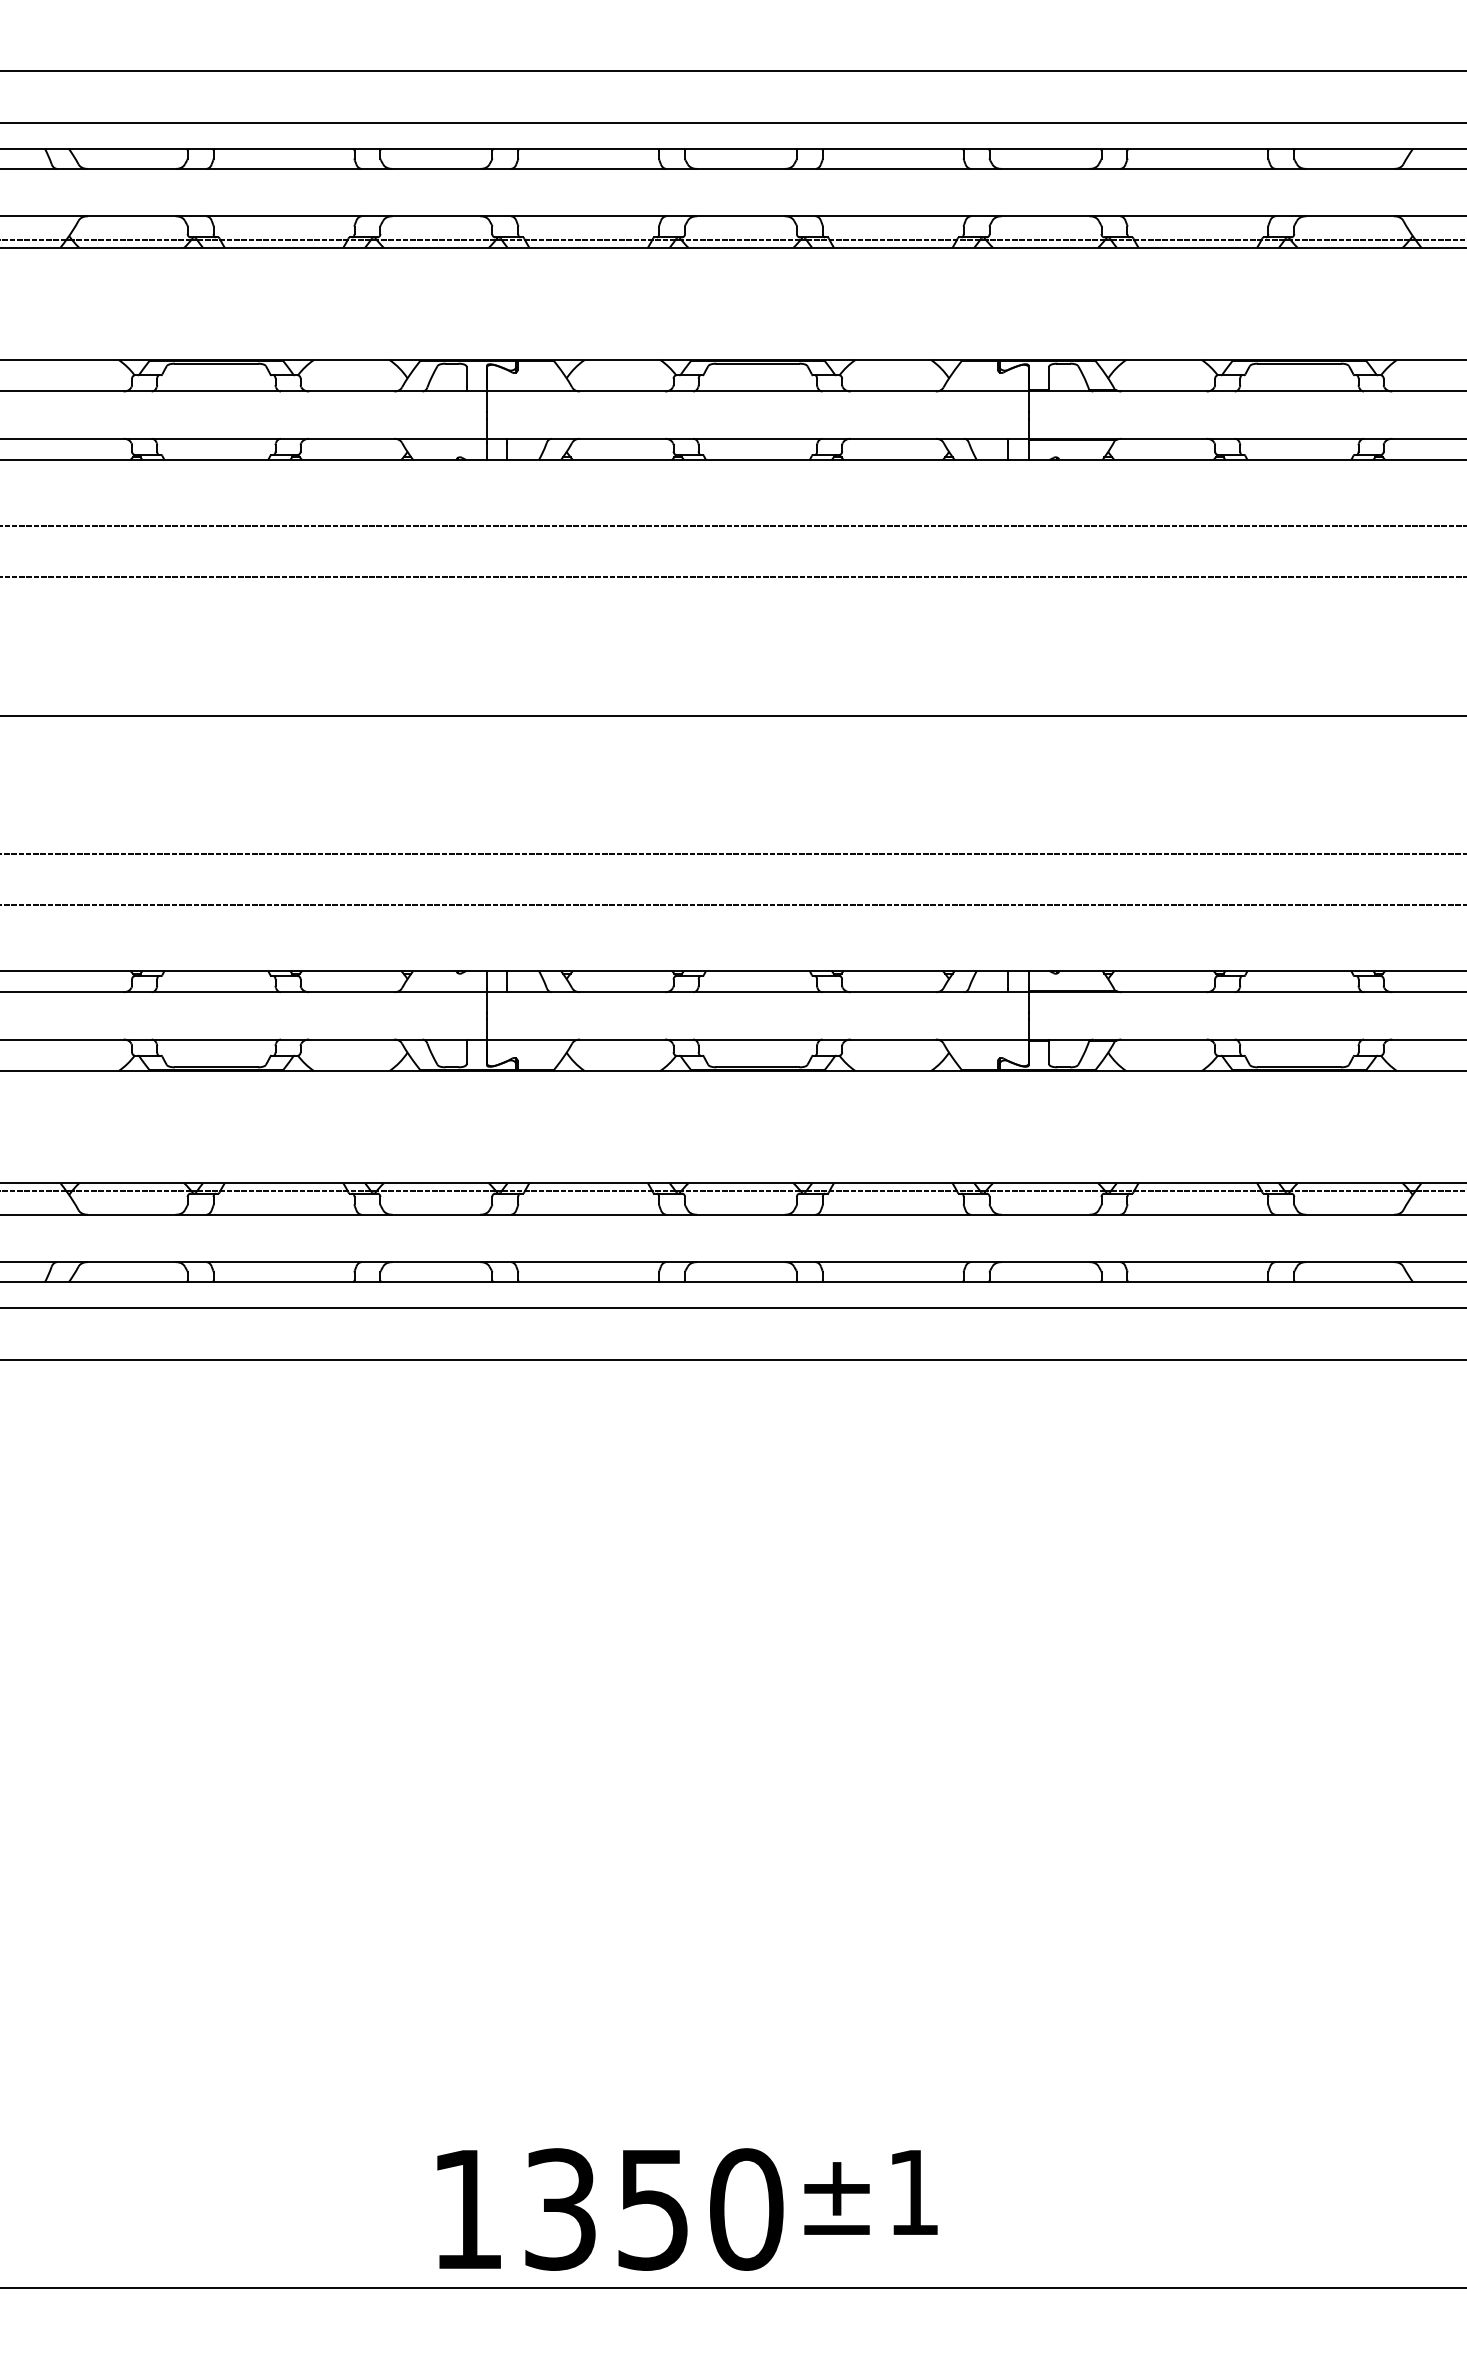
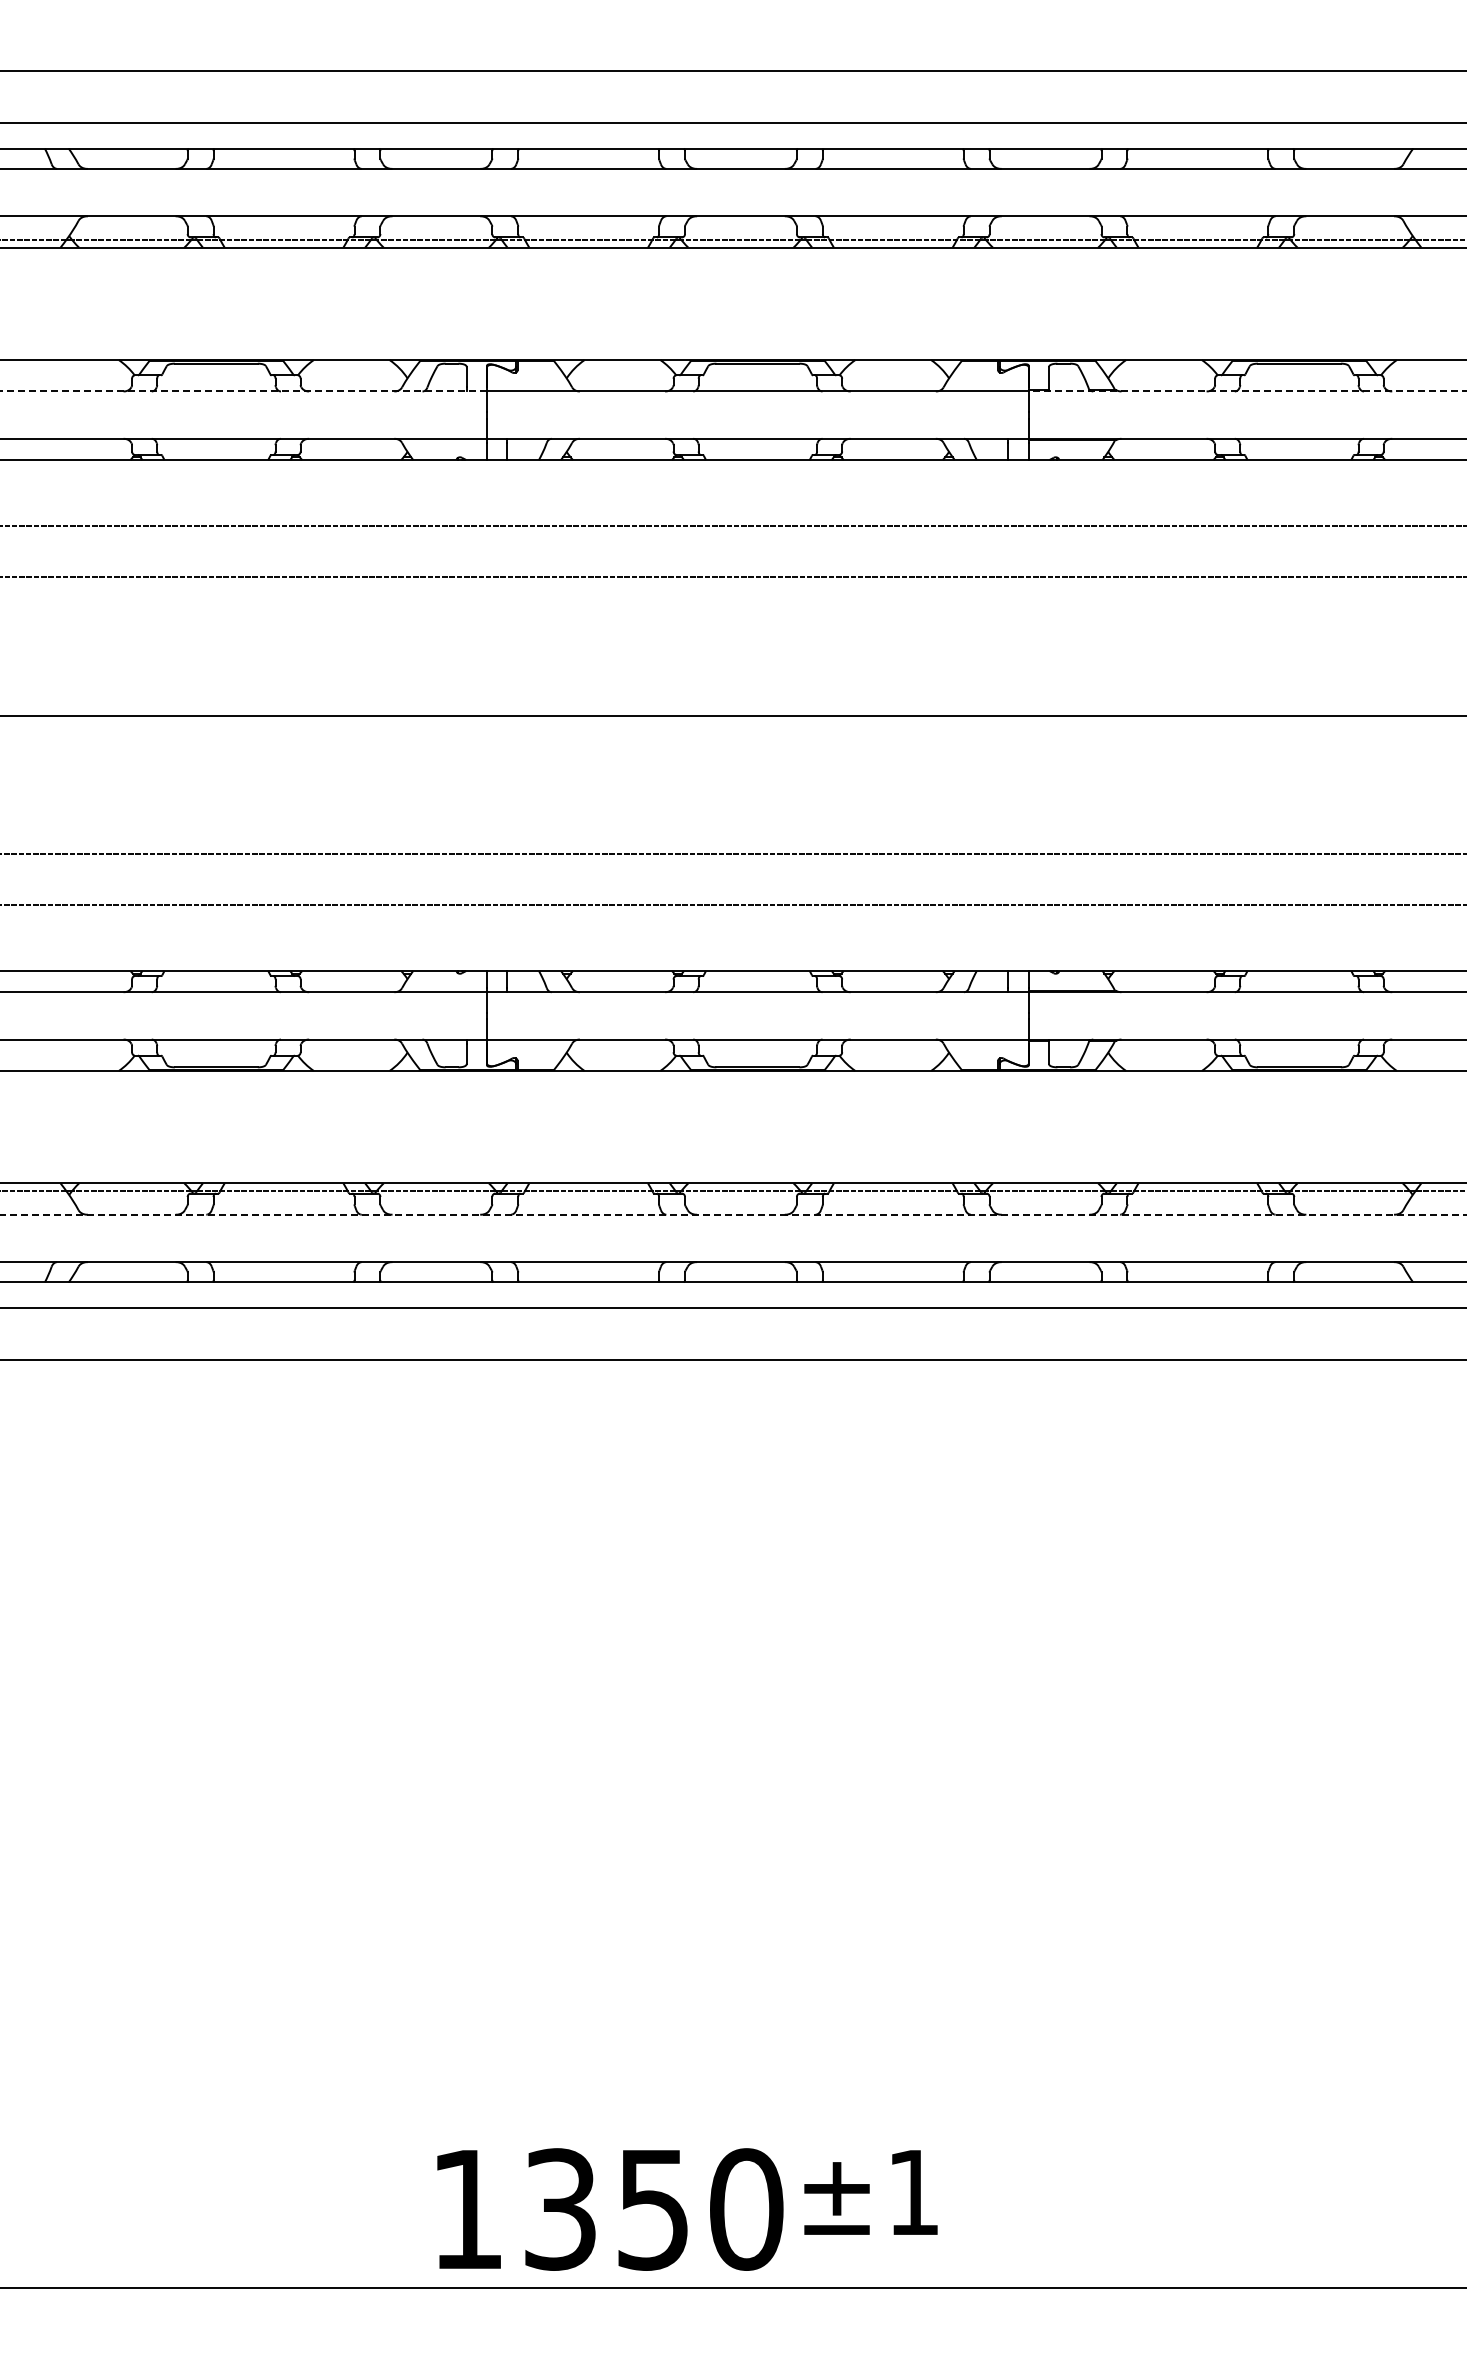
line at (243, 391): solid -> dashed
line at (1247, 391): solid -> dashed
line at (732, 1214): solid -> dashed
